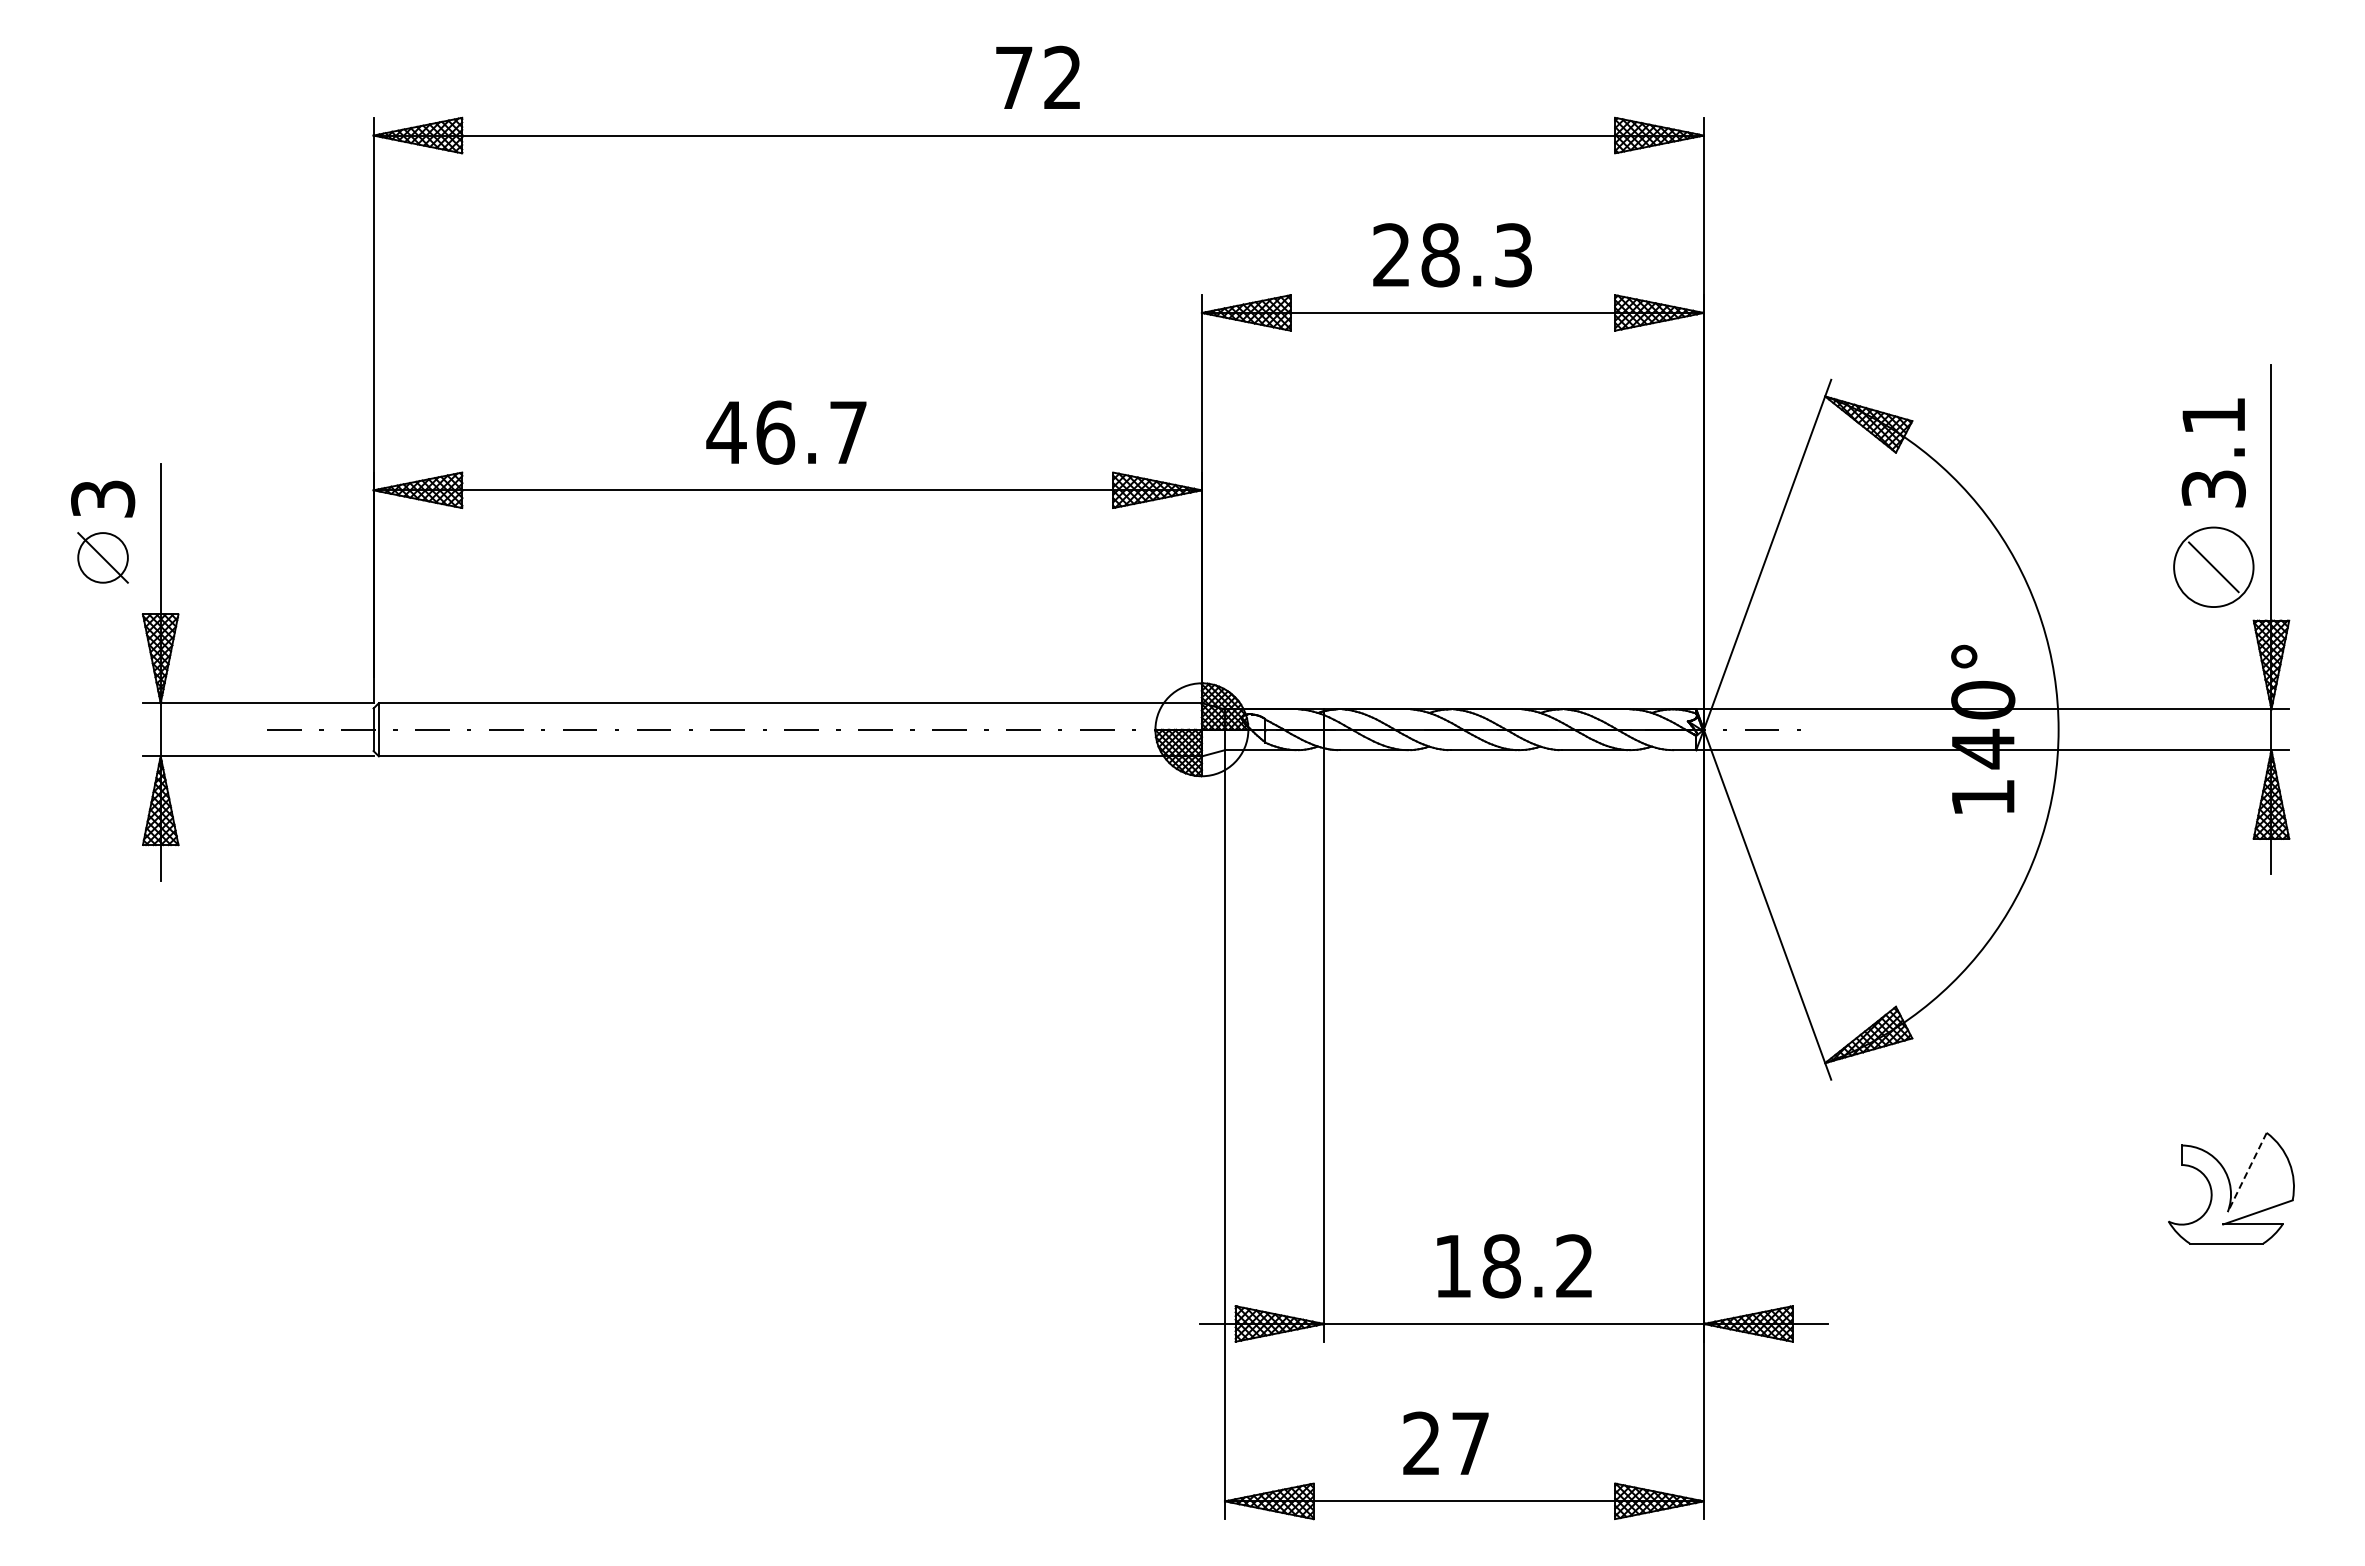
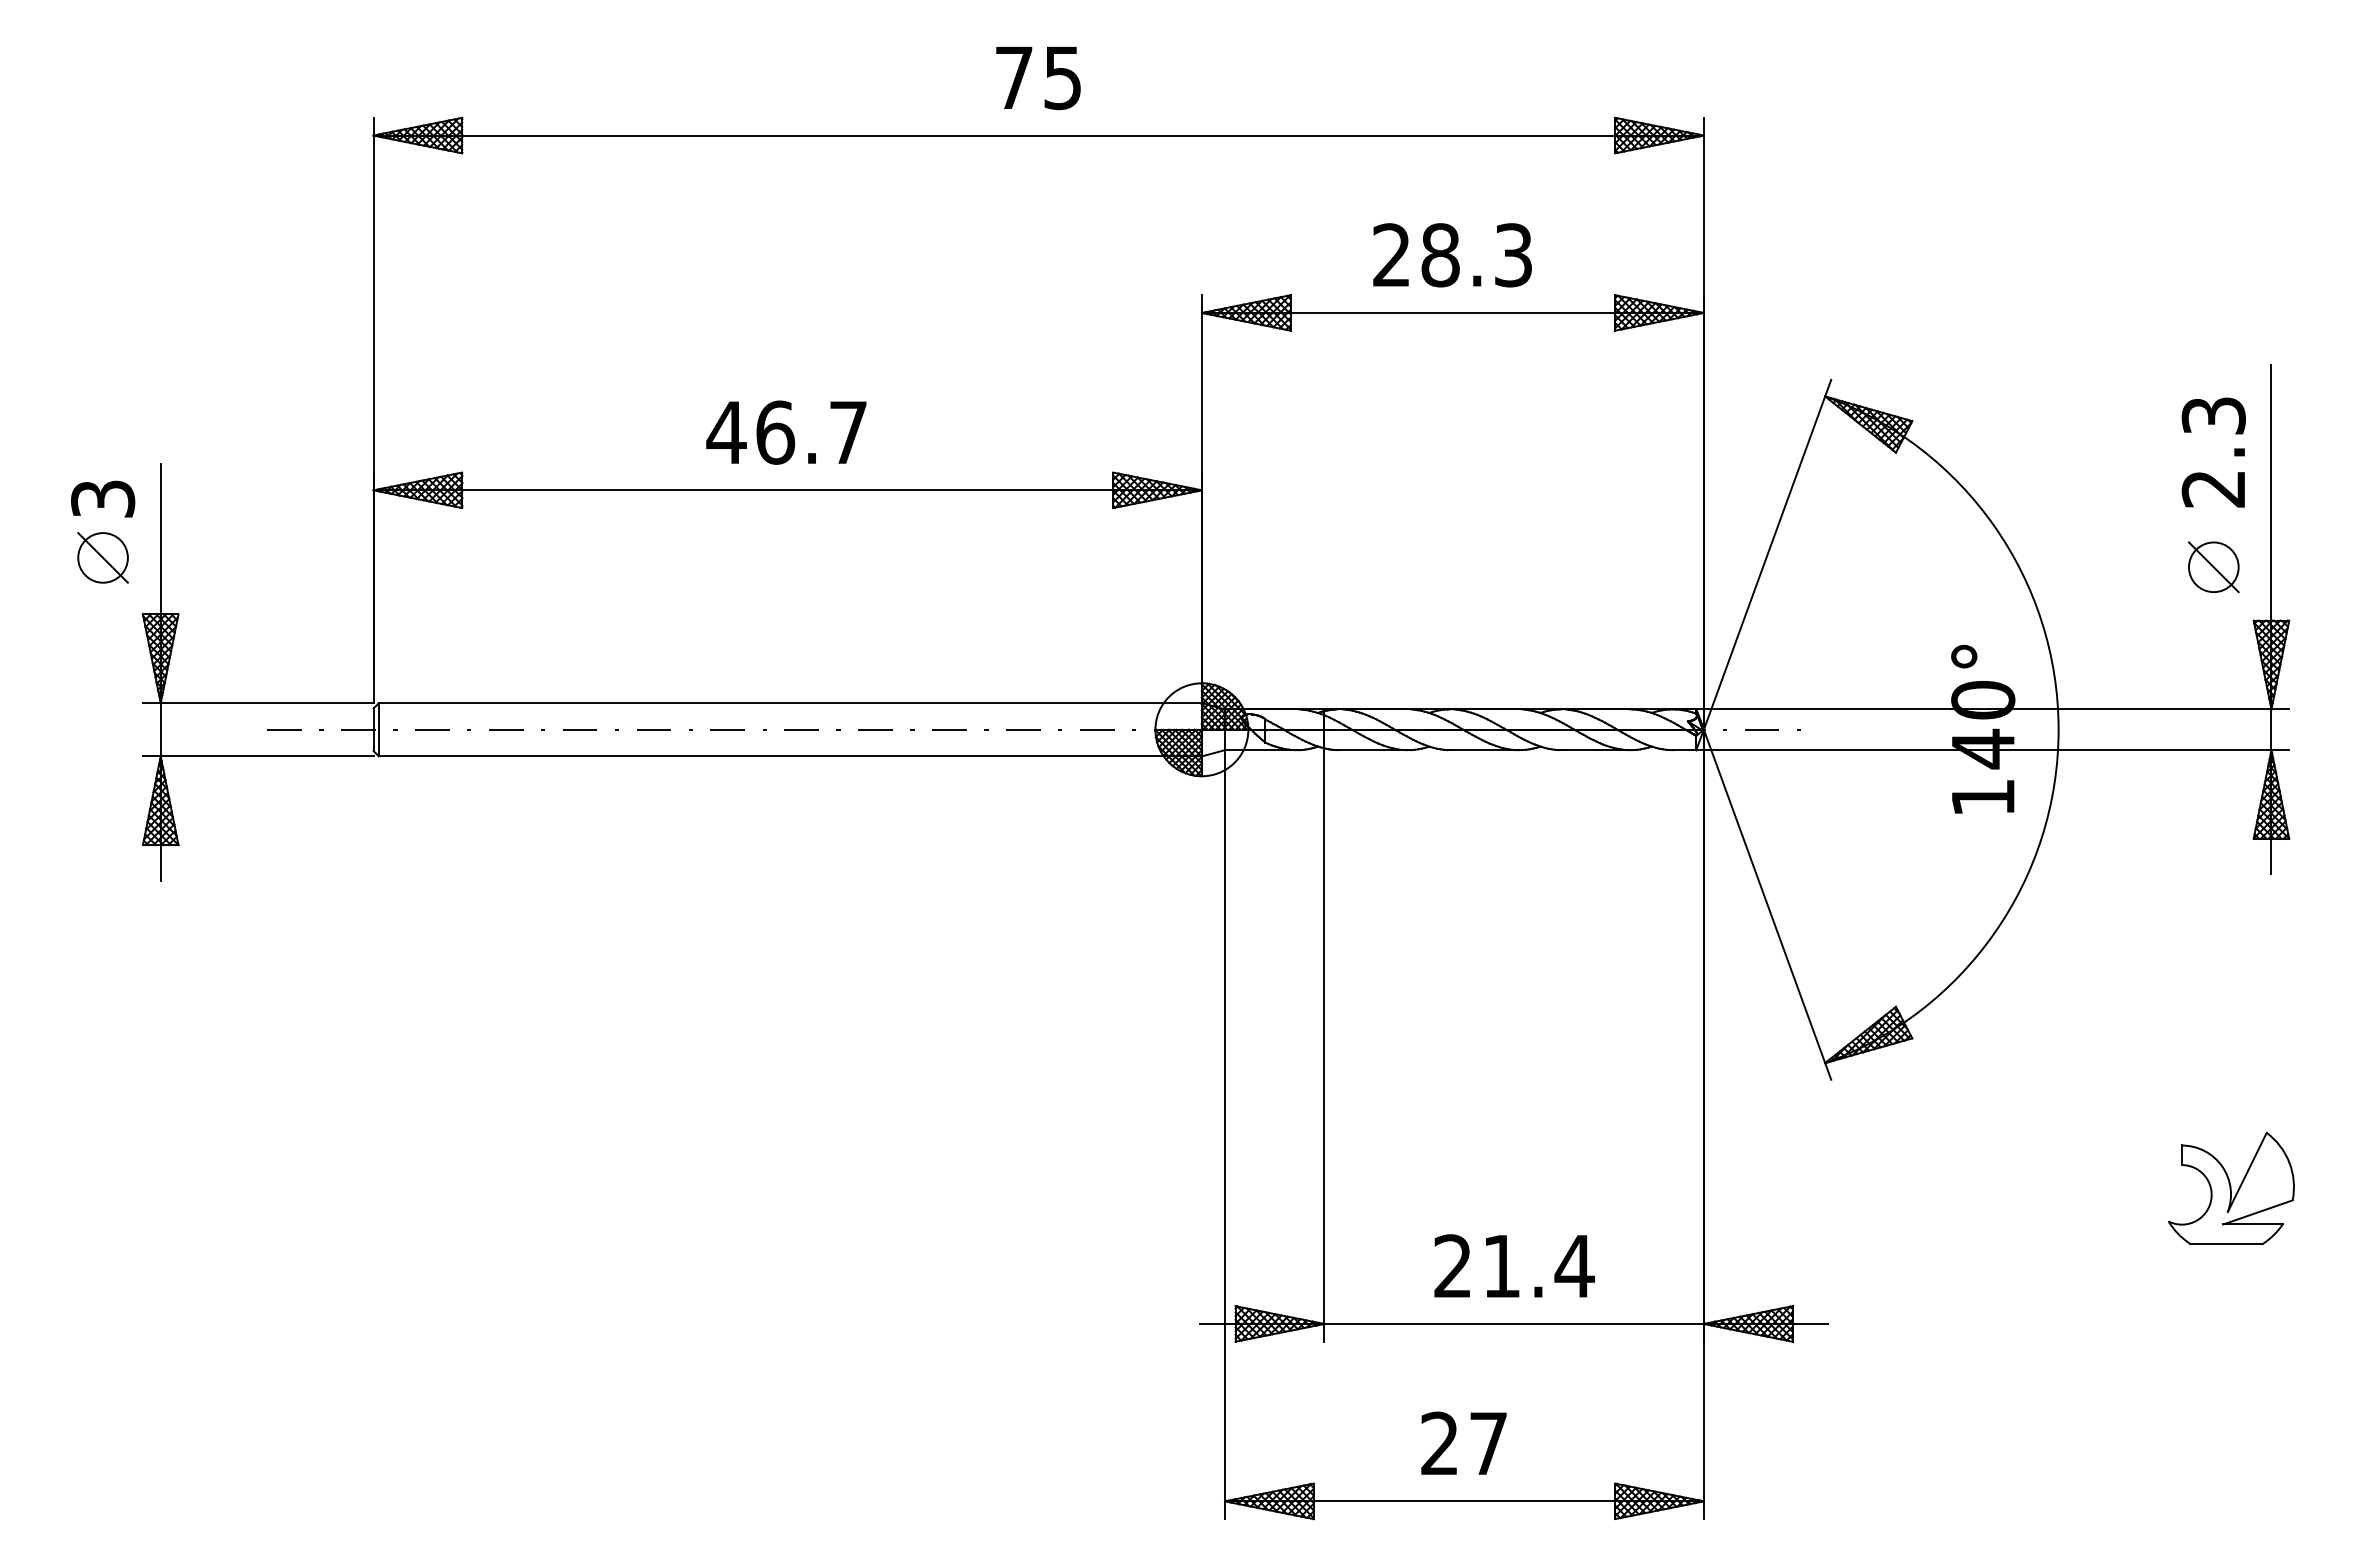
text at (1062, 77): 72 -> 75
text at (2213, 452): 3.1 -> 2.3
circle at (2213, 567) diameter: 79 px -> 50 px
line at (2247, 1172): dashed -> solid
text at (1514, 1266): 18.2 -> 21.4
text at (1445, 1442) position: (1445, 1442) -> (1463, 1442)
